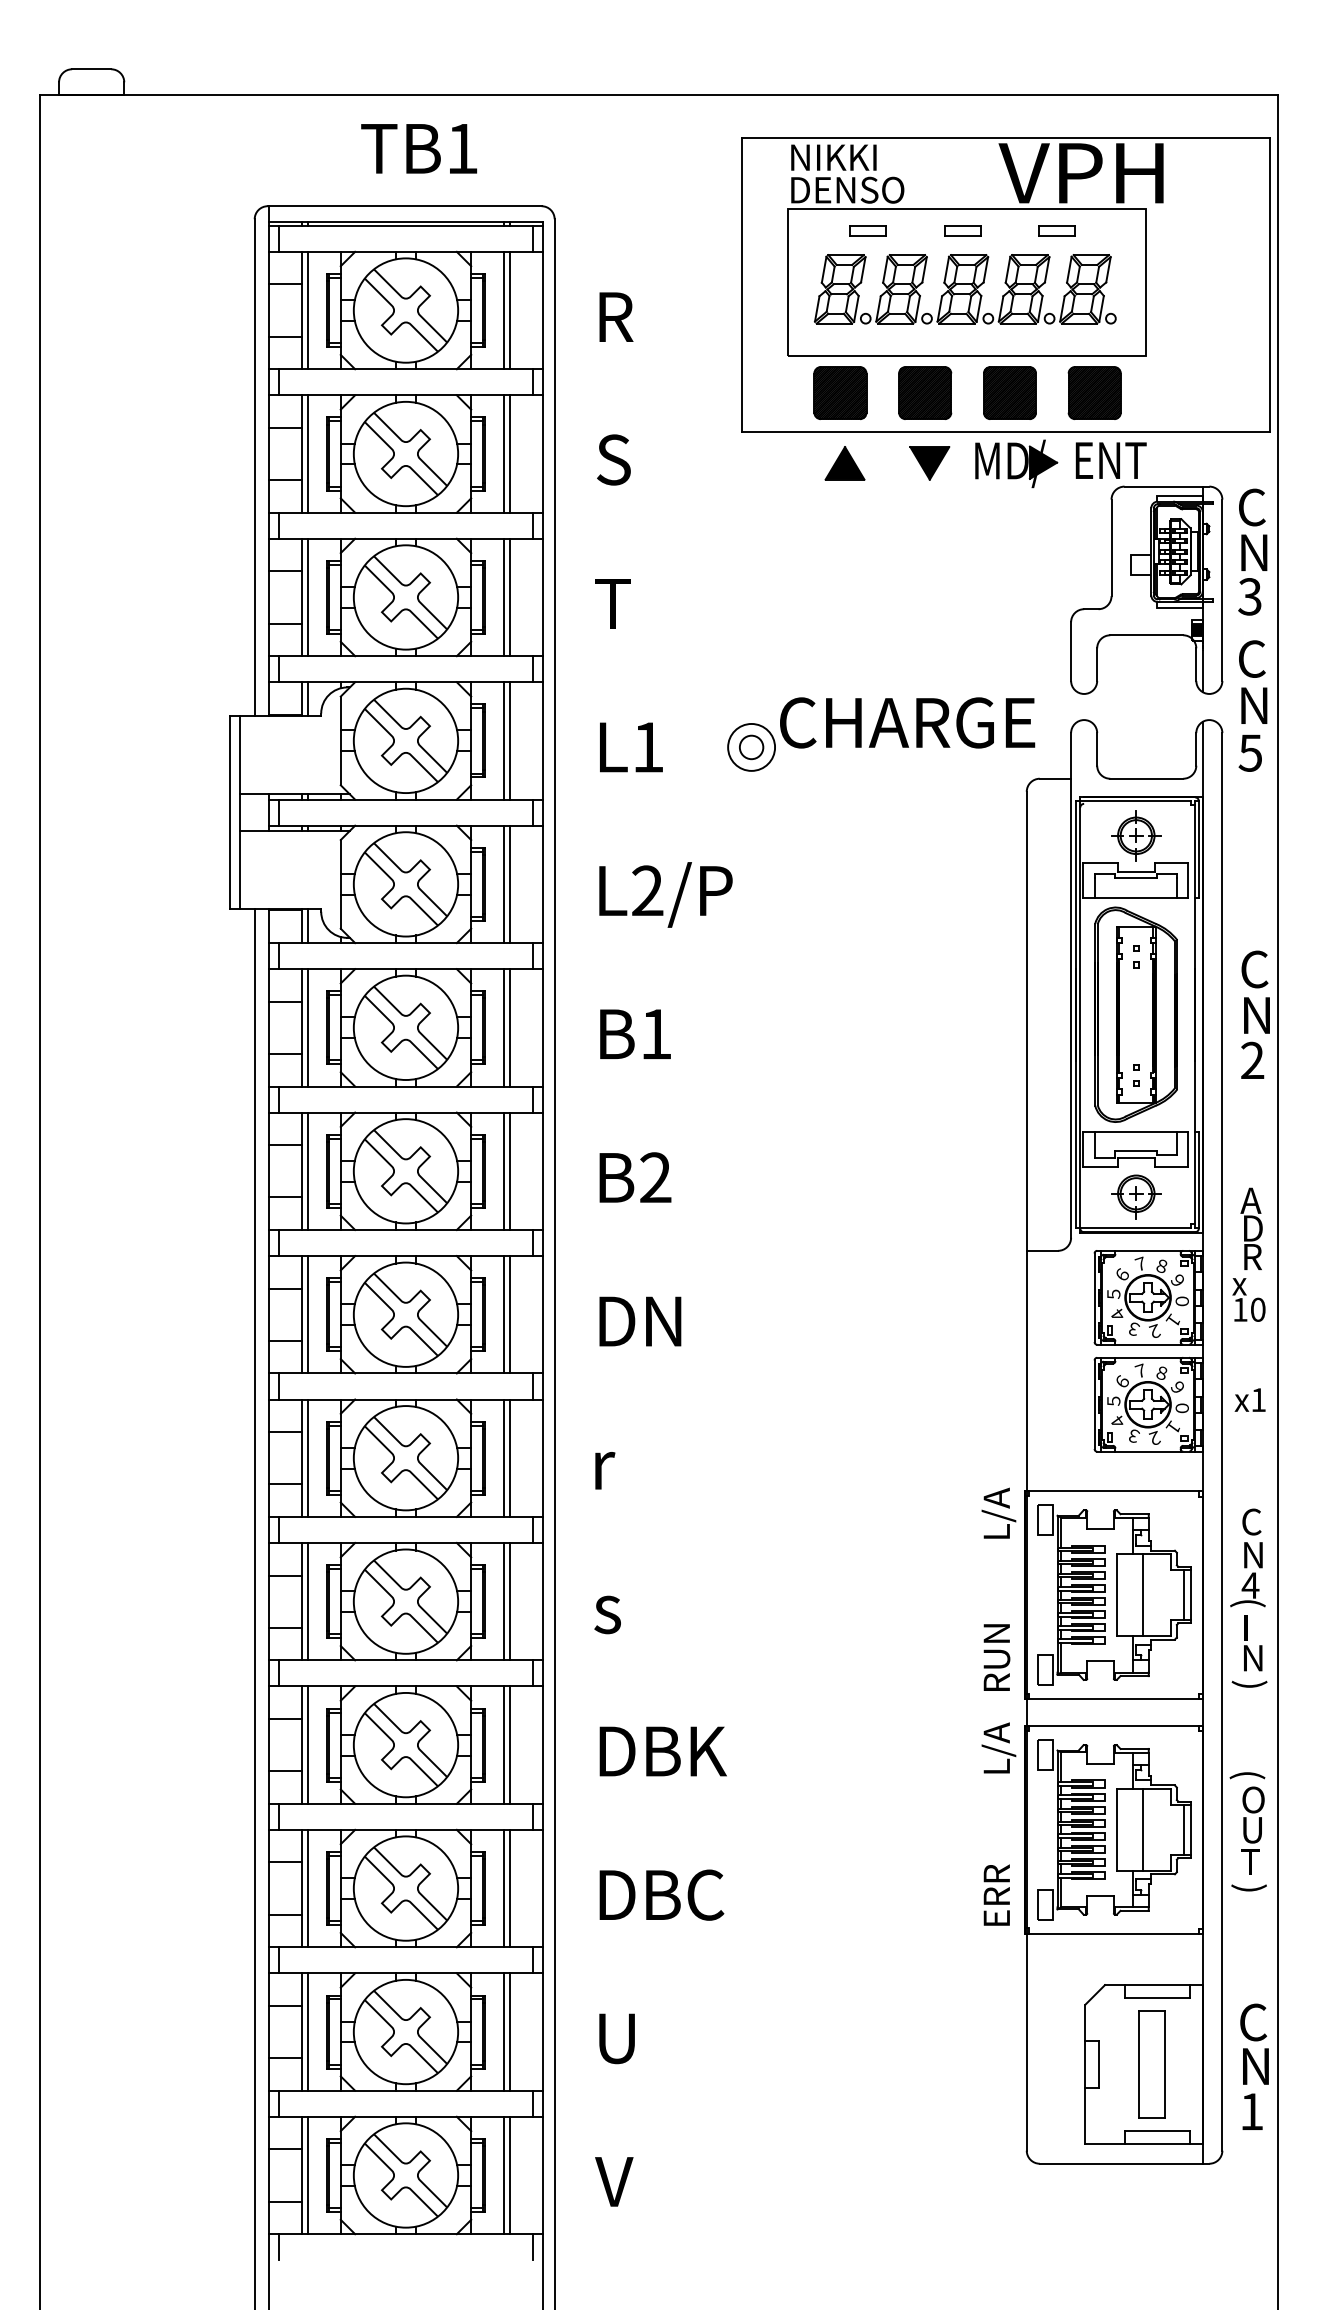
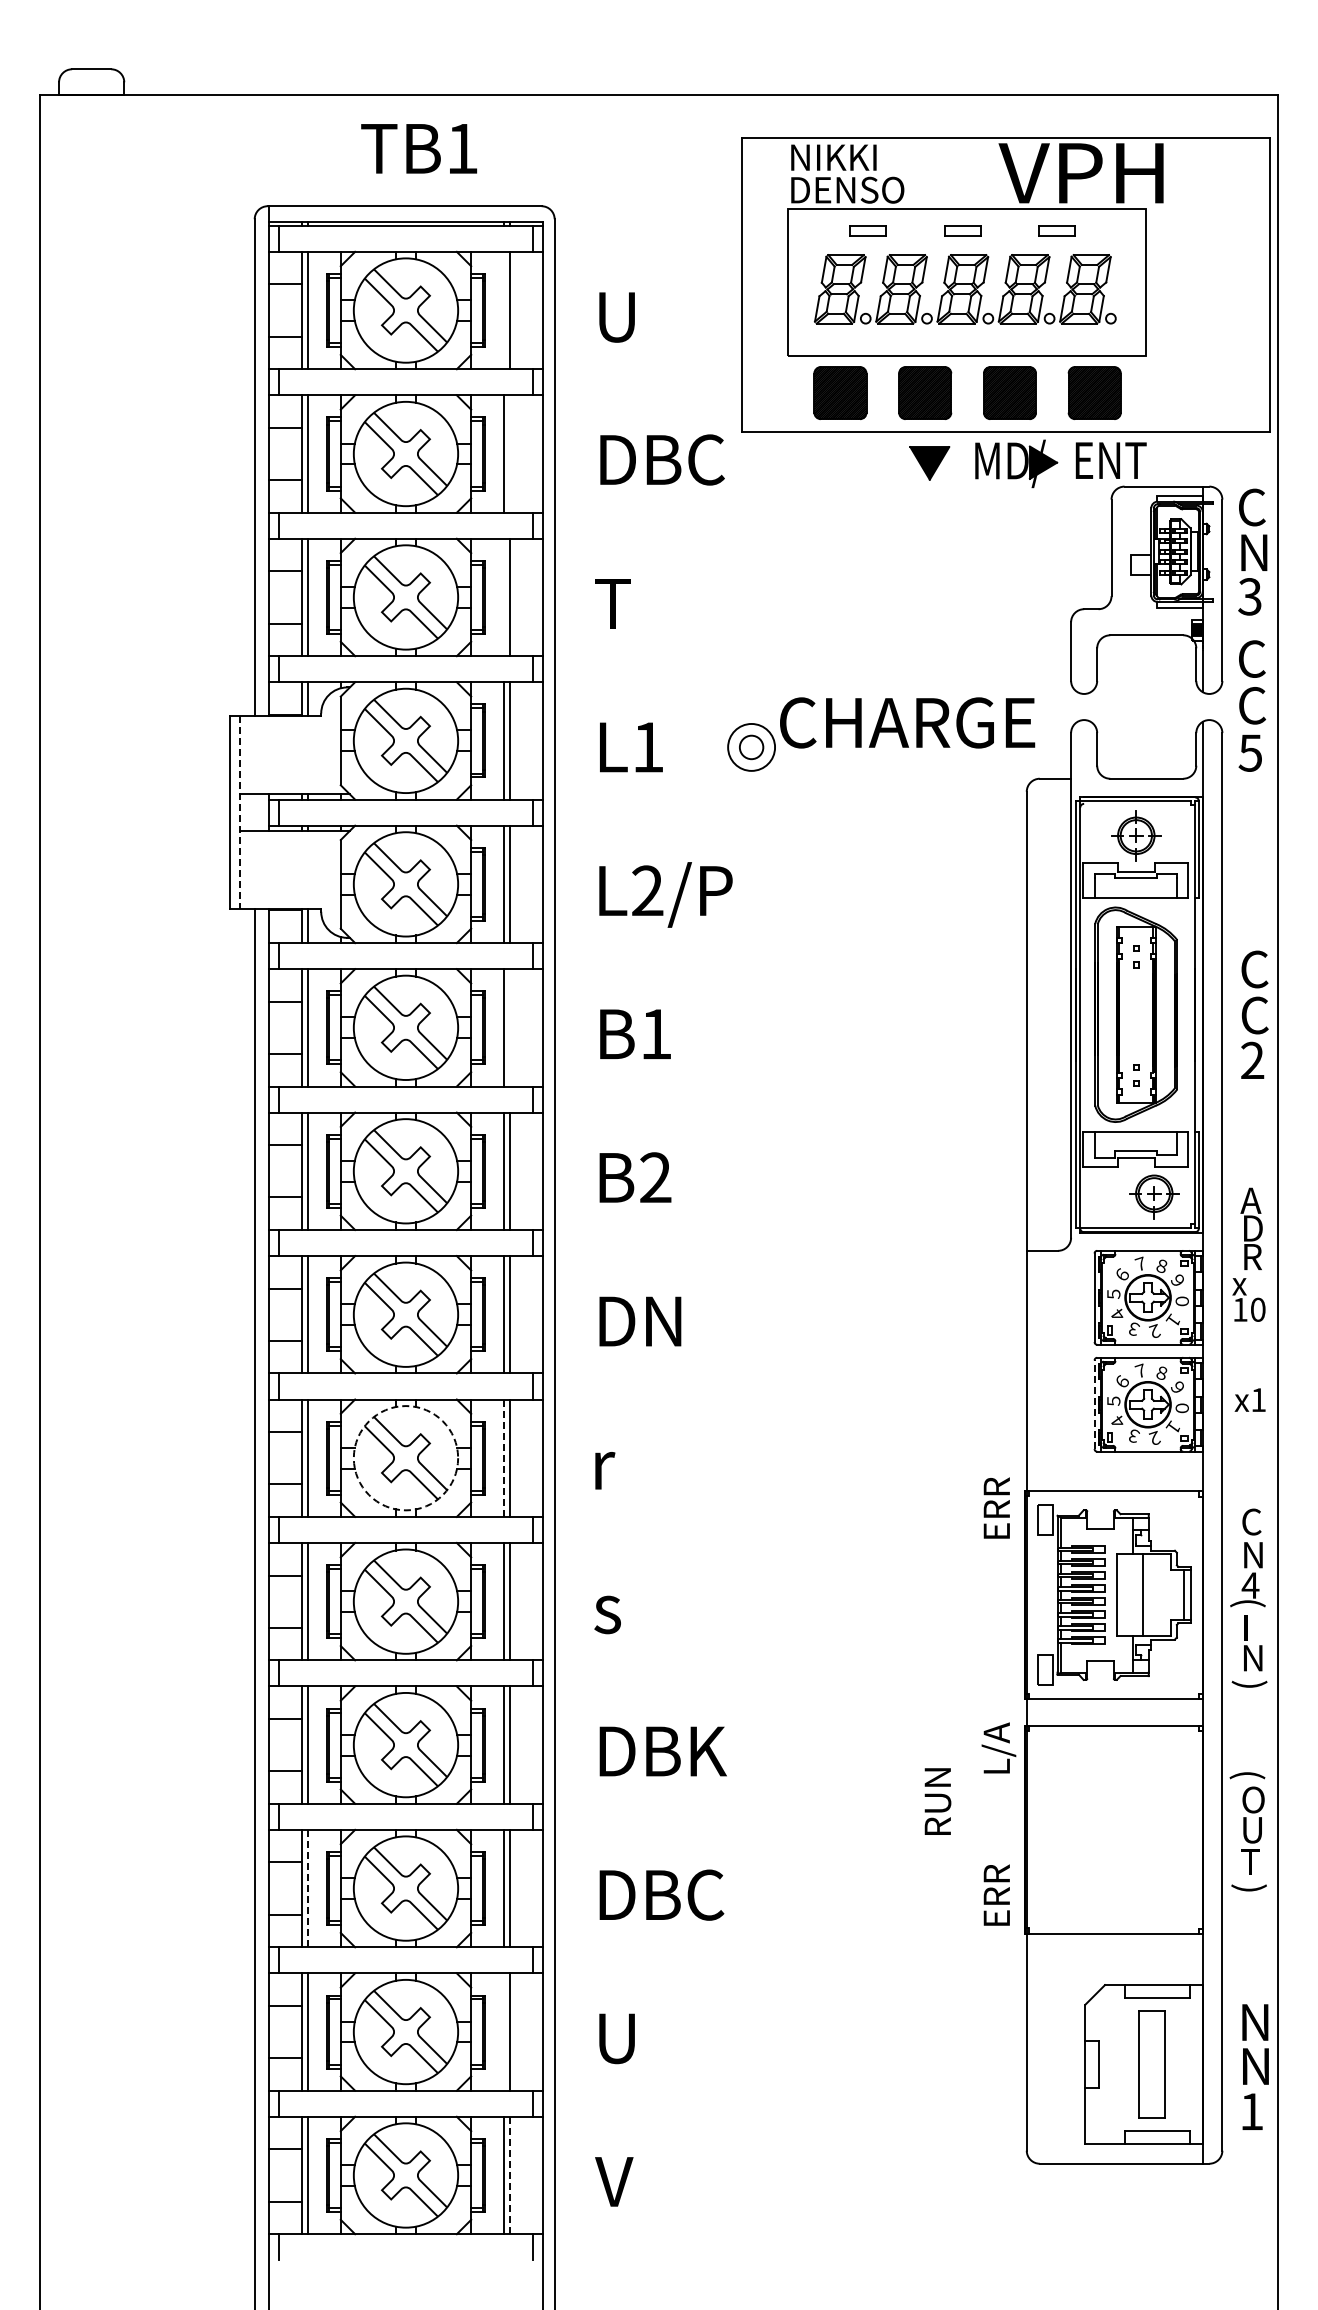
line at (503, 310): present -> none
text at (616, 317): R -> U
line at (510, 453): present -> none
text at (660, 459): S -> DBC
part at (844, 463): present -> none
line at (503, 597): present -> none
text at (1253, 705): N -> C
line at (240, 812): solid -> dashed
text at (1255, 1015): N -> C
line at (510, 1027): present -> none
part at (1136, 1196) position: (1136, 1196) -> (1154, 1196)
line at (1094, 1404): solid -> dashed
circle at (405, 1458): solid -> dashed
line at (503, 1458): solid -> dashed
text at (998, 1506): L/A -> ERR
text at (996, 1657) position: (996, 1657) -> (937, 1801)
part at (1114, 1829): present -> none
line at (308, 1888): solid -> dashed
text at (1254, 2022): C -> N
line at (503, 2031): present -> none
line at (510, 2175): solid -> dashed
